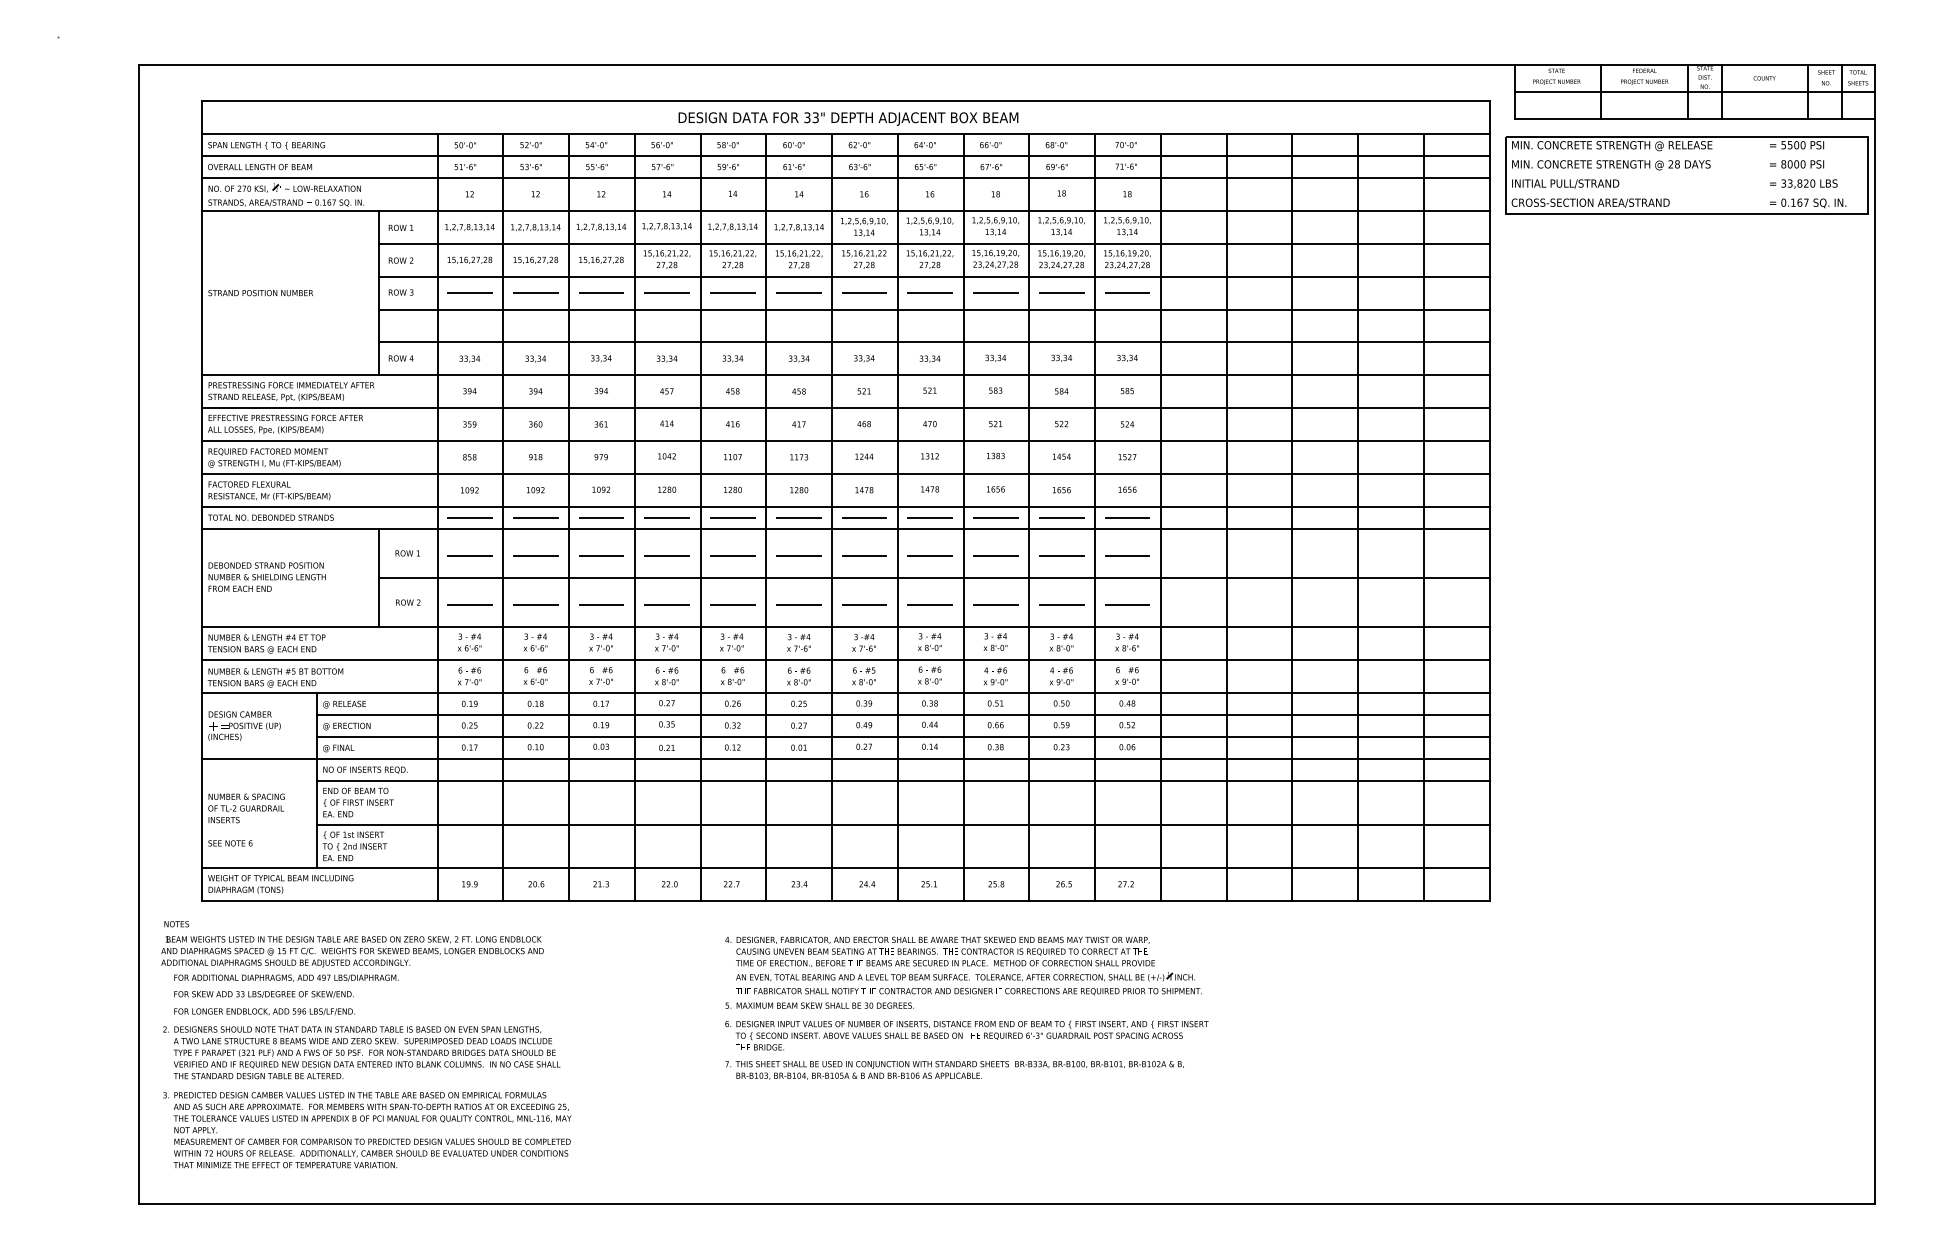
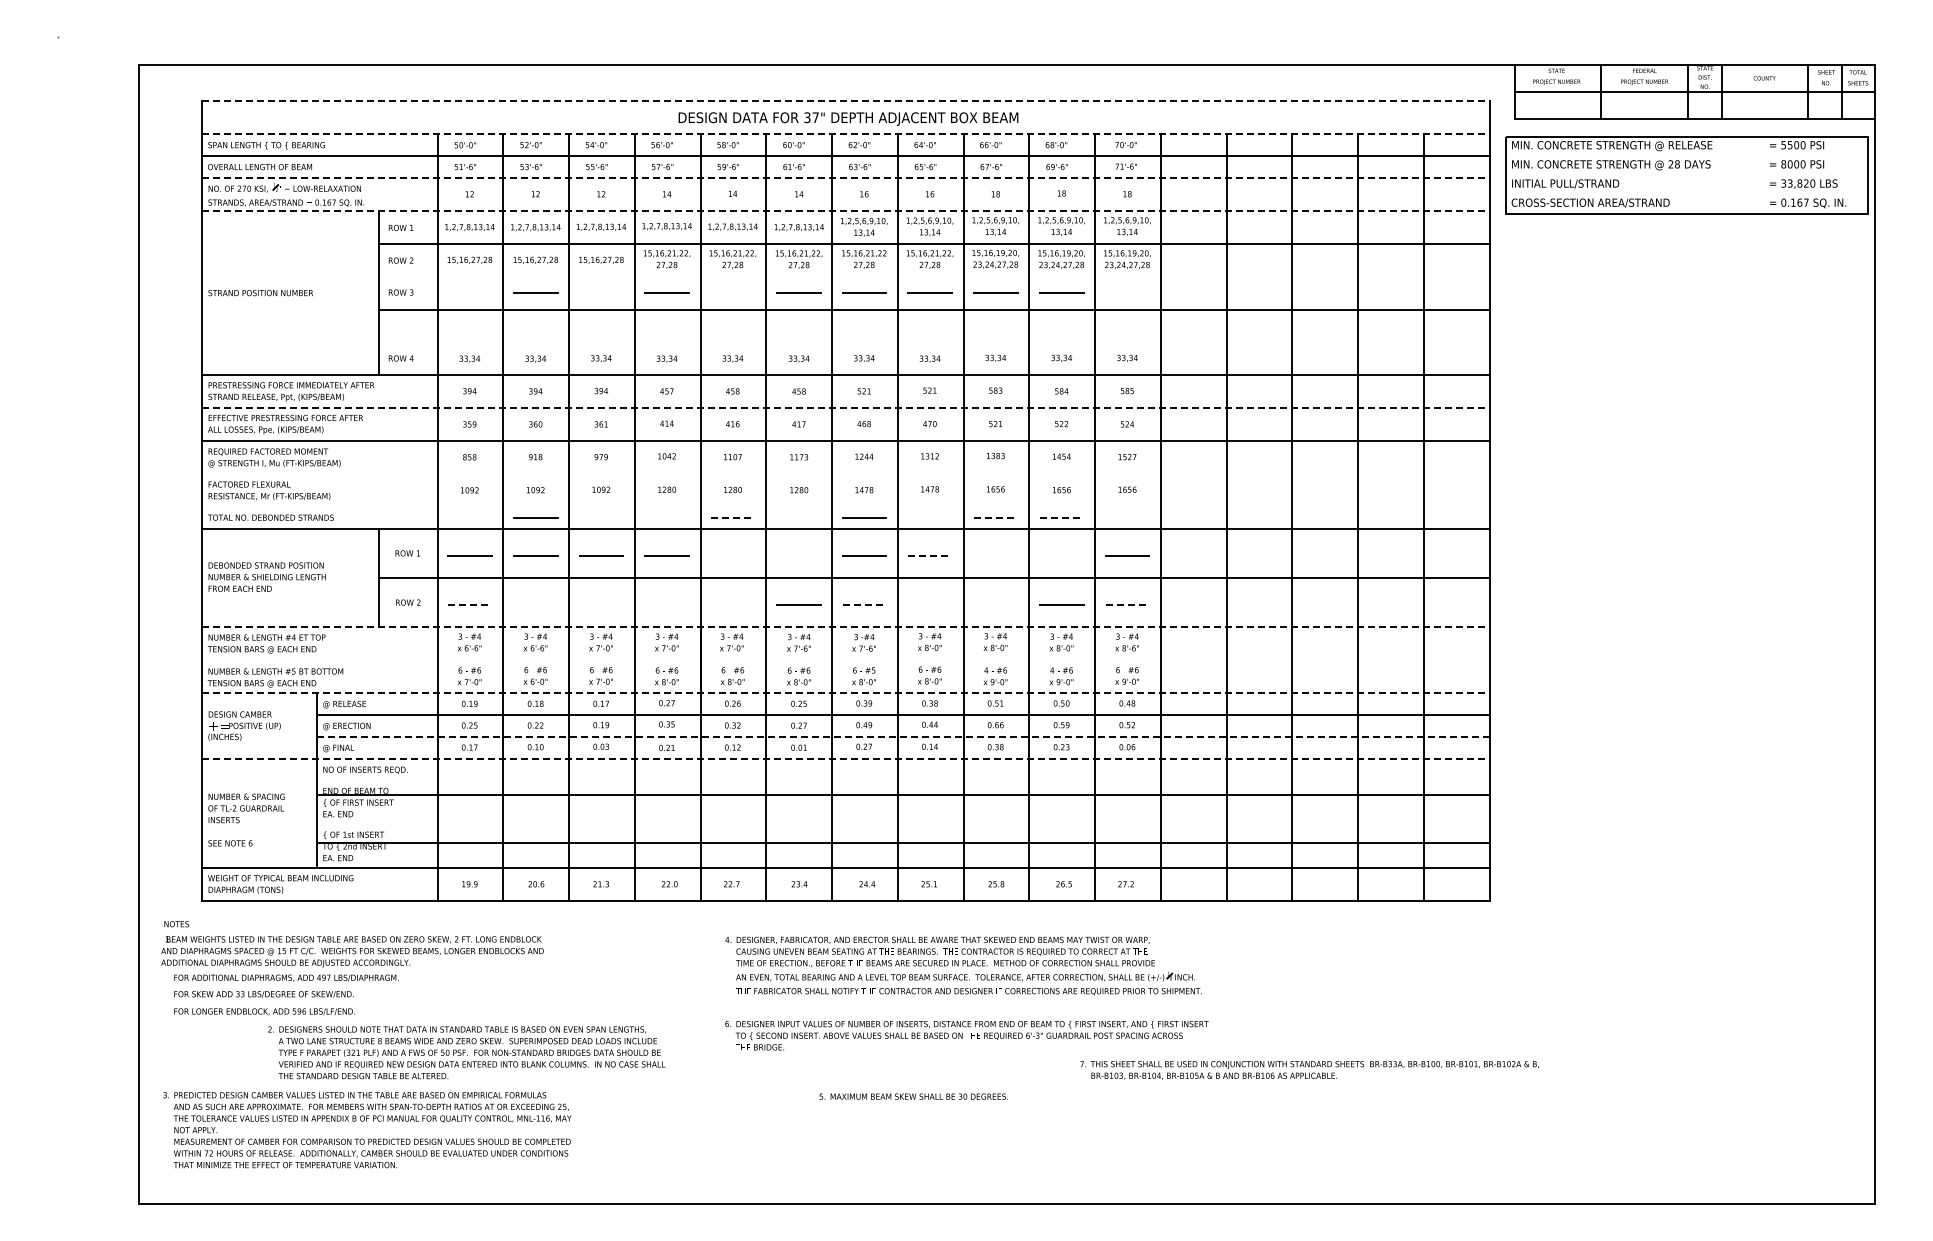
line at (845, 101): solid -> dashed
text at (815, 117): 33" -> 37"
line at (845, 134): solid -> dashed
line at (845, 178): solid -> dashed
line at (845, 210): solid -> dashed
line at (933, 276): present -> none
line at (469, 292): present -> none
line at (601, 292): present -> none
line at (732, 292): present -> none
line at (1127, 292): present -> none
line at (933, 342): present -> none
line at (845, 408): solid -> dashed
line at (845, 473): present -> none
line at (845, 506): present -> none
line at (469, 517): present -> none
line at (601, 517): present -> none
line at (667, 517): present -> none
line at (732, 517): solid -> dashed
line at (798, 517): present -> none
line at (930, 517): present -> none
line at (995, 517): solid -> dashed
line at (1061, 517): solid -> dashed
line at (1127, 517): present -> none
line at (732, 555): present -> none
line at (798, 555): present -> none
line at (930, 555): solid -> dashed
line at (995, 555): present -> none
line at (1061, 555): present -> none
line at (666, 604): present -> none
line at (469, 605): solid -> dashed
line at (535, 605): present -> none
line at (601, 605): present -> none
line at (732, 605): present -> none
line at (864, 605): solid -> dashed
line at (930, 605): present -> none
line at (995, 605): present -> none
line at (1127, 605): solid -> dashed
line at (845, 627): solid -> dashed
line at (845, 660): present -> none
line at (845, 693): solid -> dashed
line at (903, 736): solid -> dashed
line at (845, 758): solid -> dashed
line at (903, 780) position: (903, 780) -> (903, 794)
line at (903, 824) position: (903, 824) -> (903, 842)
text at (819, 1005) position: (819, 1005) -> (913, 1096)
text at (361, 1052) position: (361, 1052) -> (466, 1052)
text at (954, 1070) position: (954, 1070) -> (1309, 1070)
